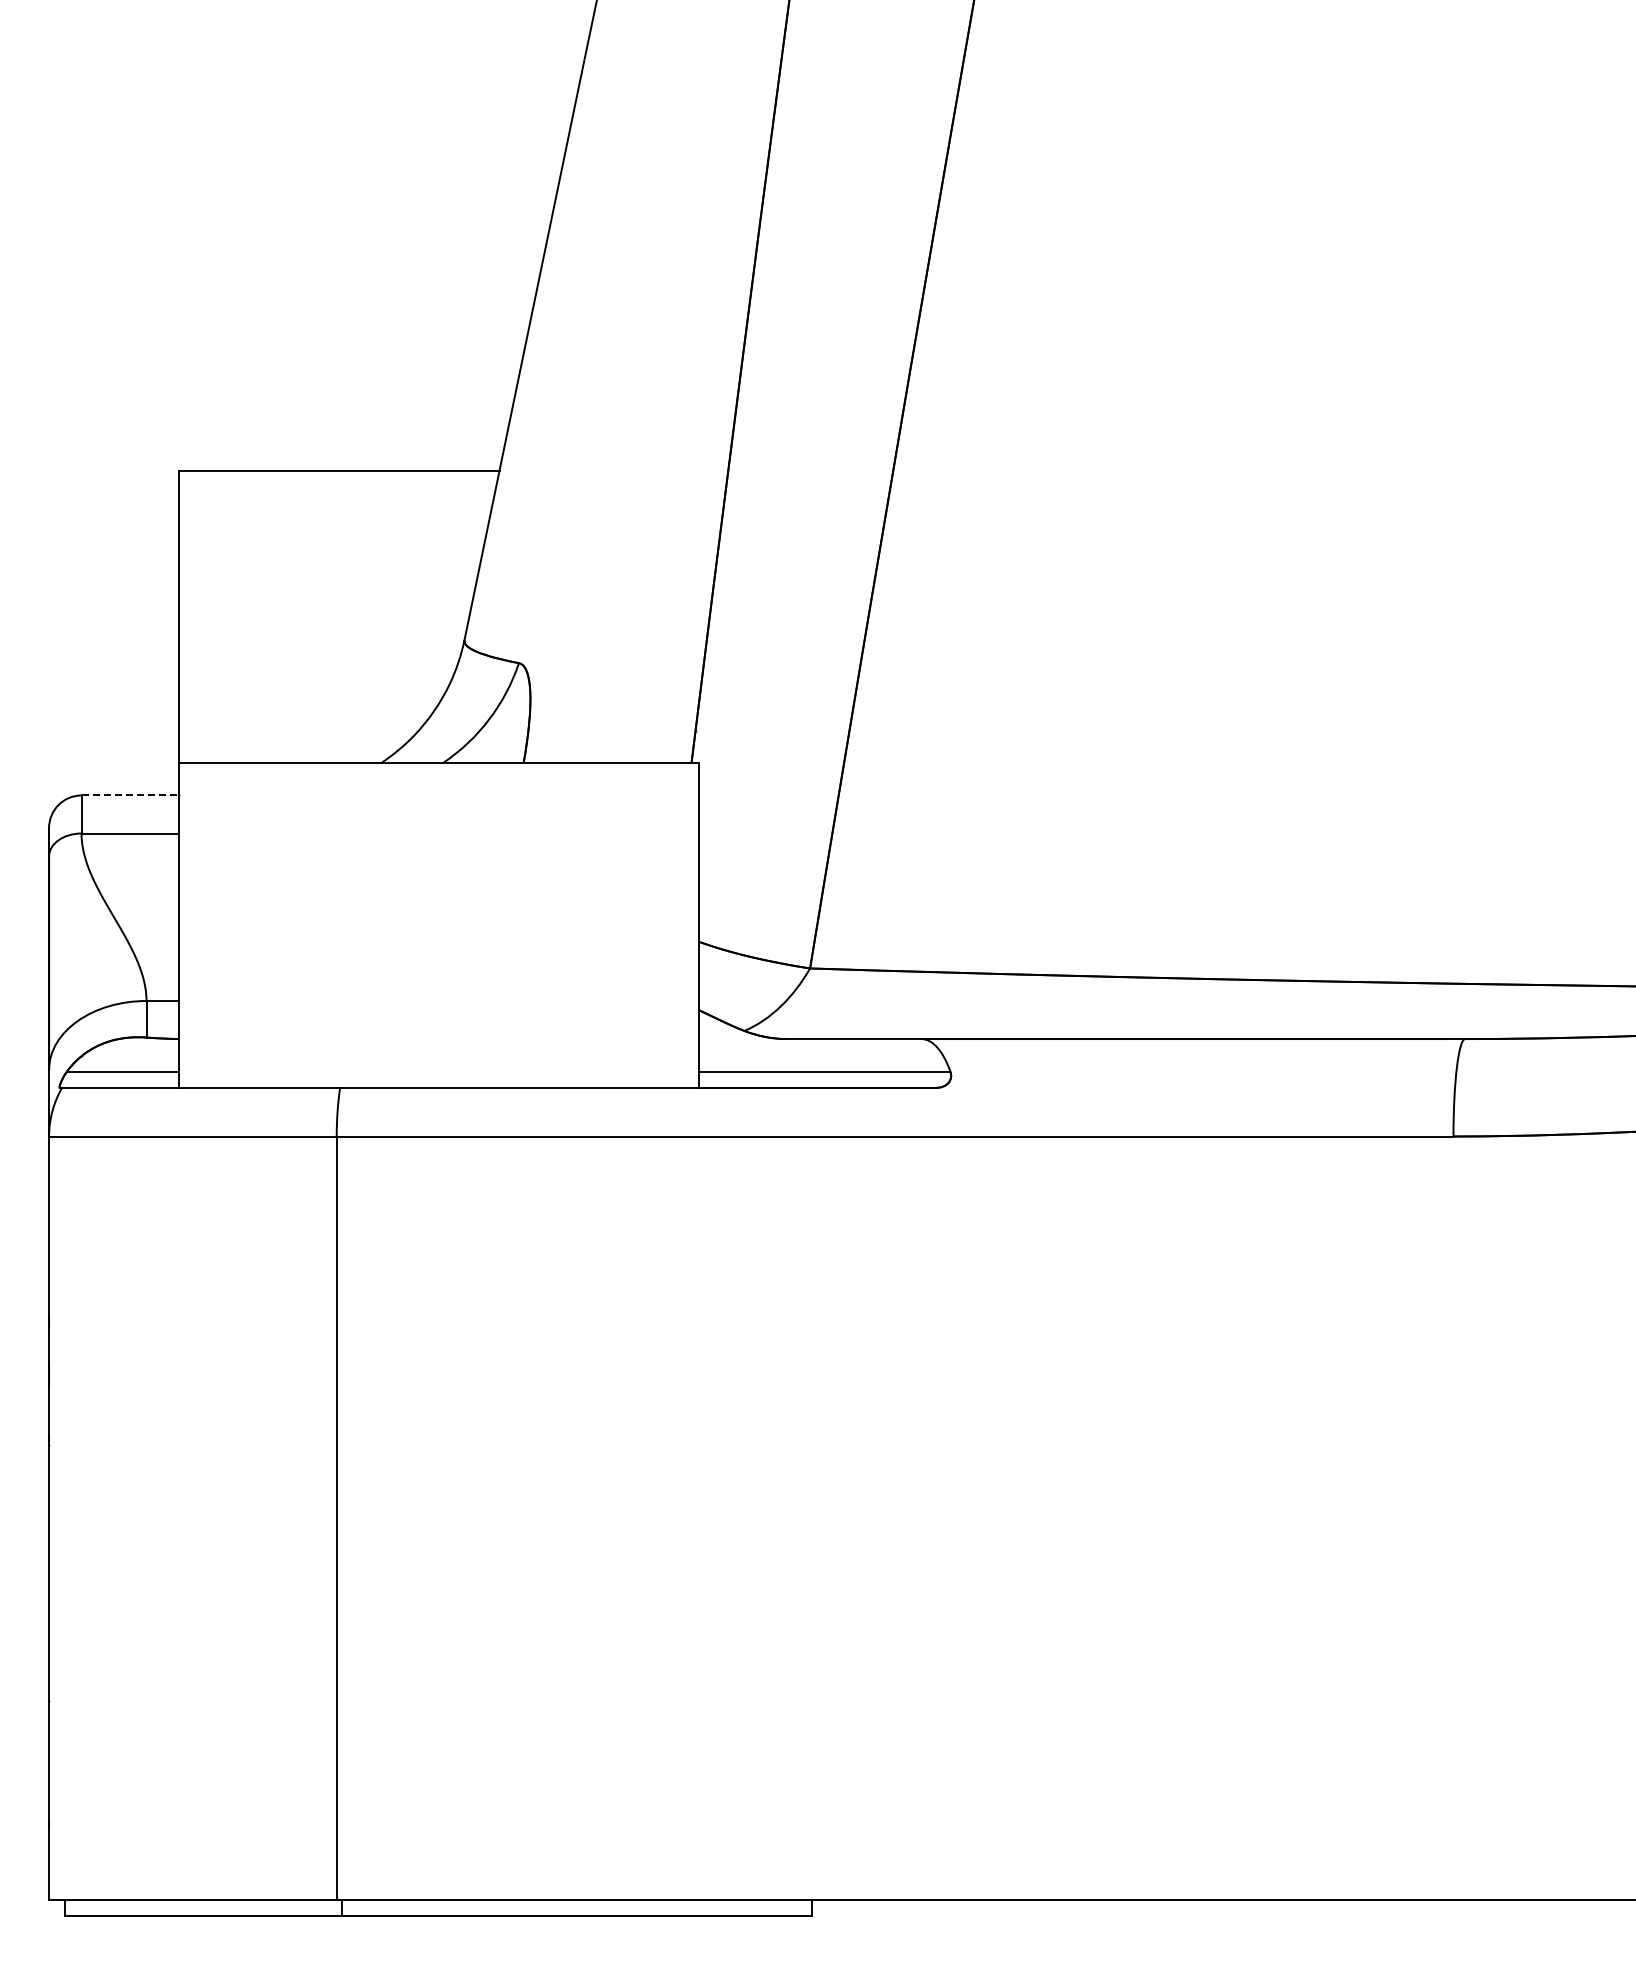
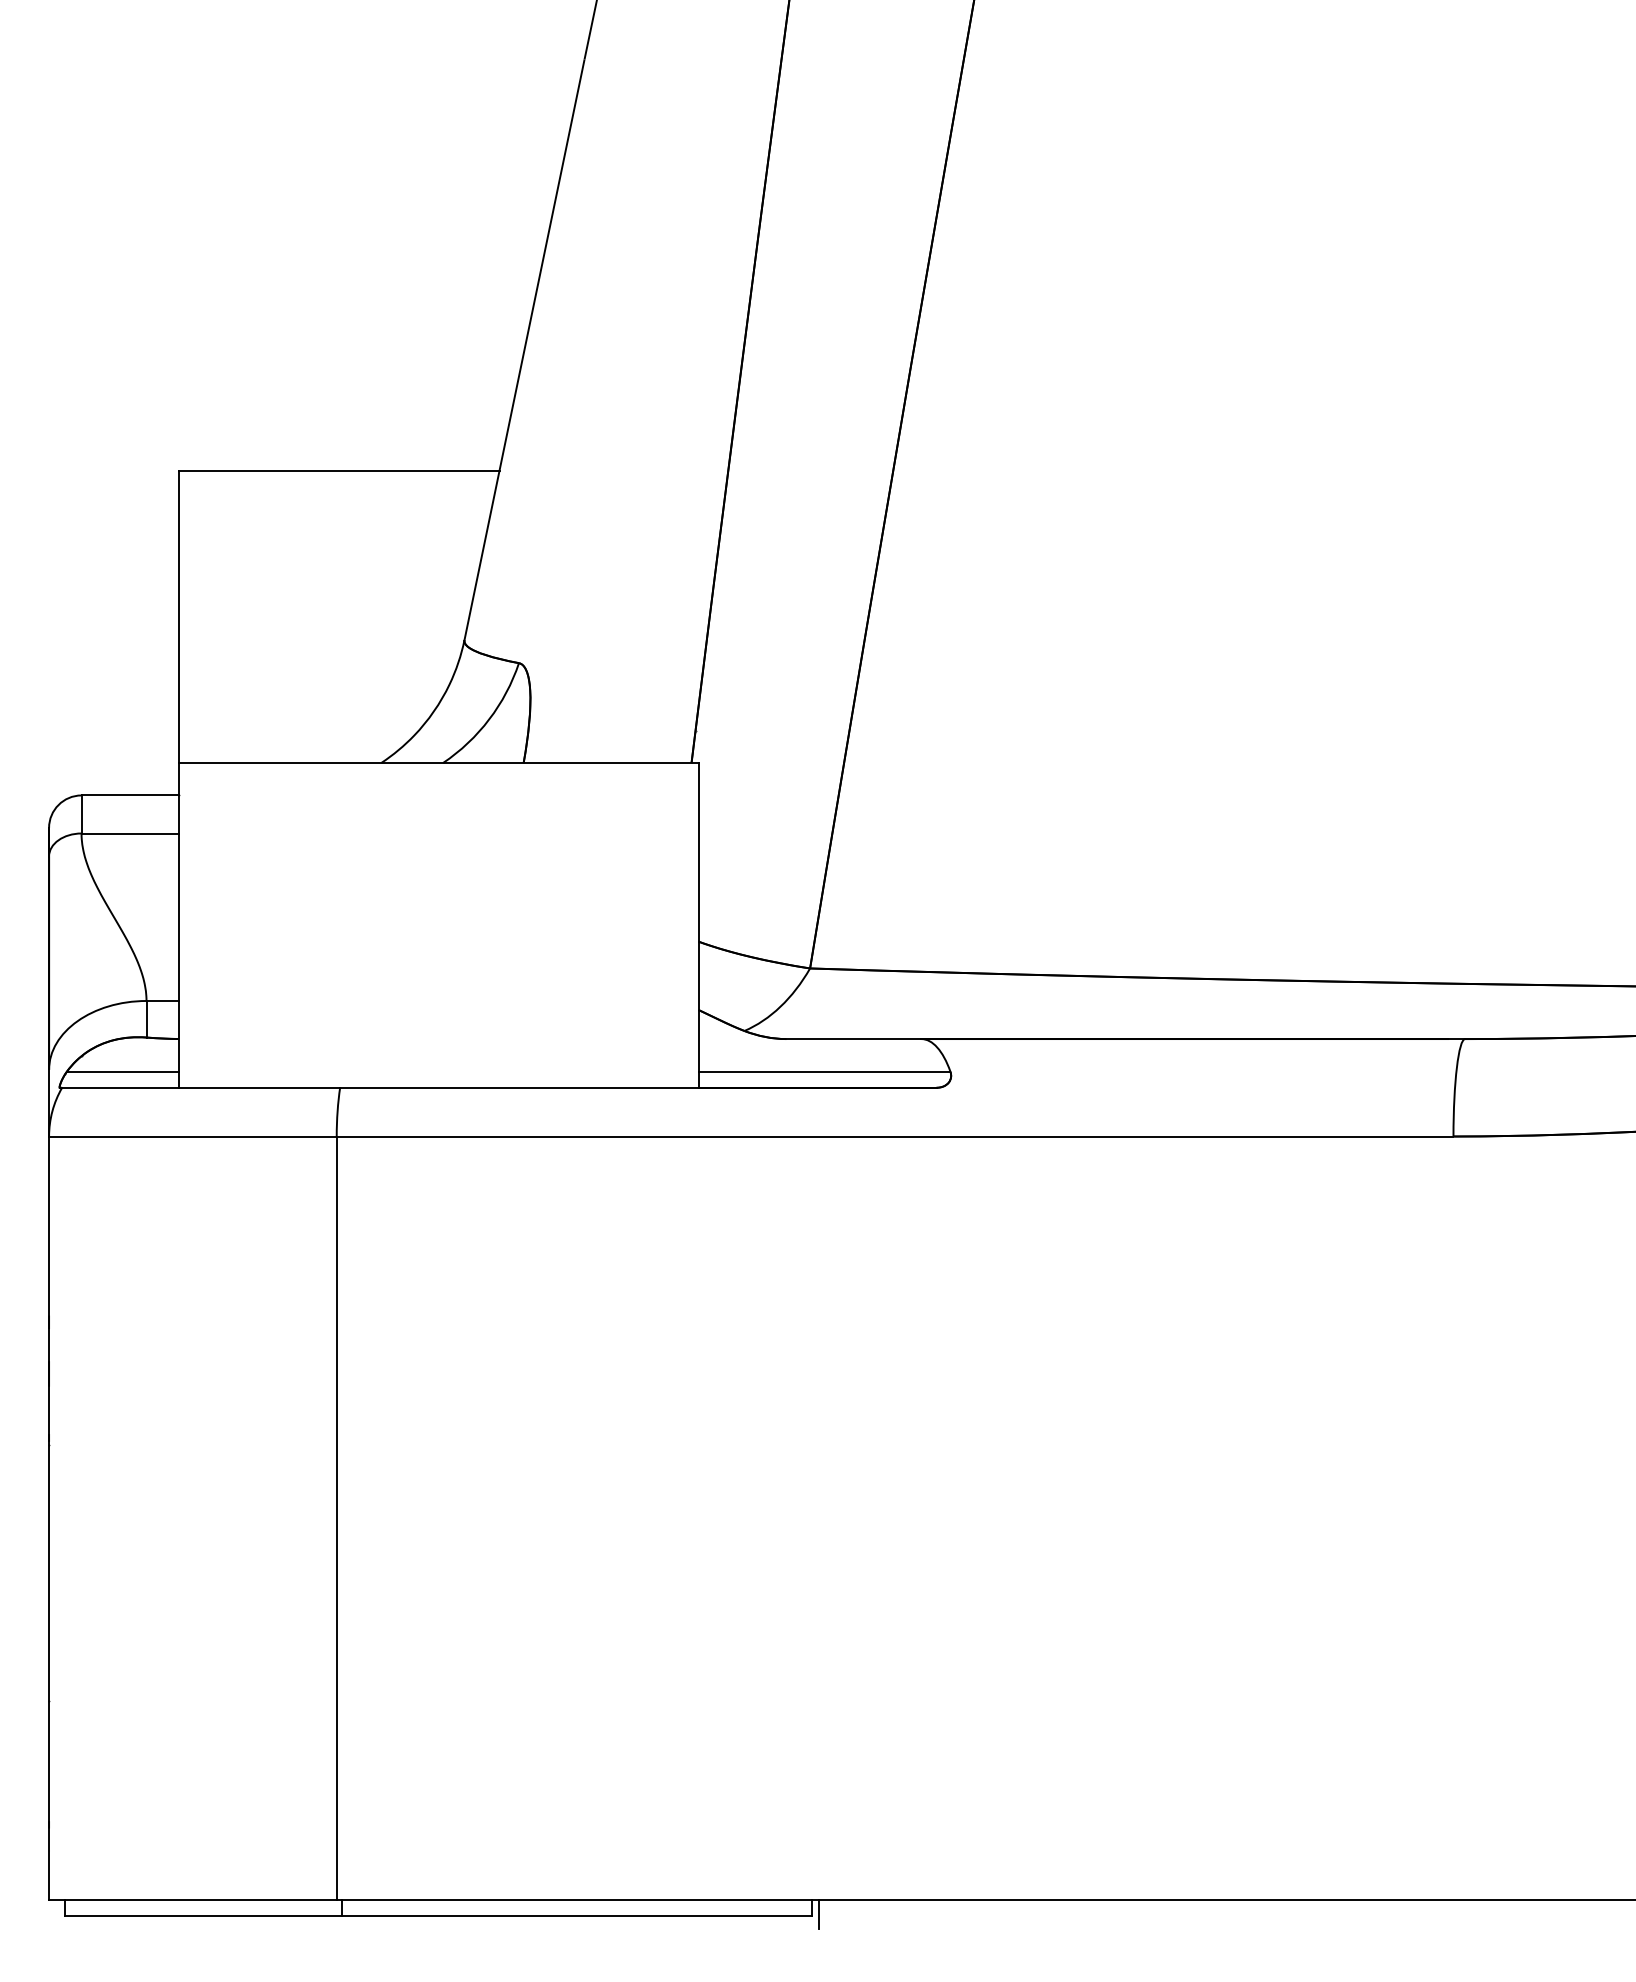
line at (130, 795): dashed -> solid
line at (819, 1914): none -> present
